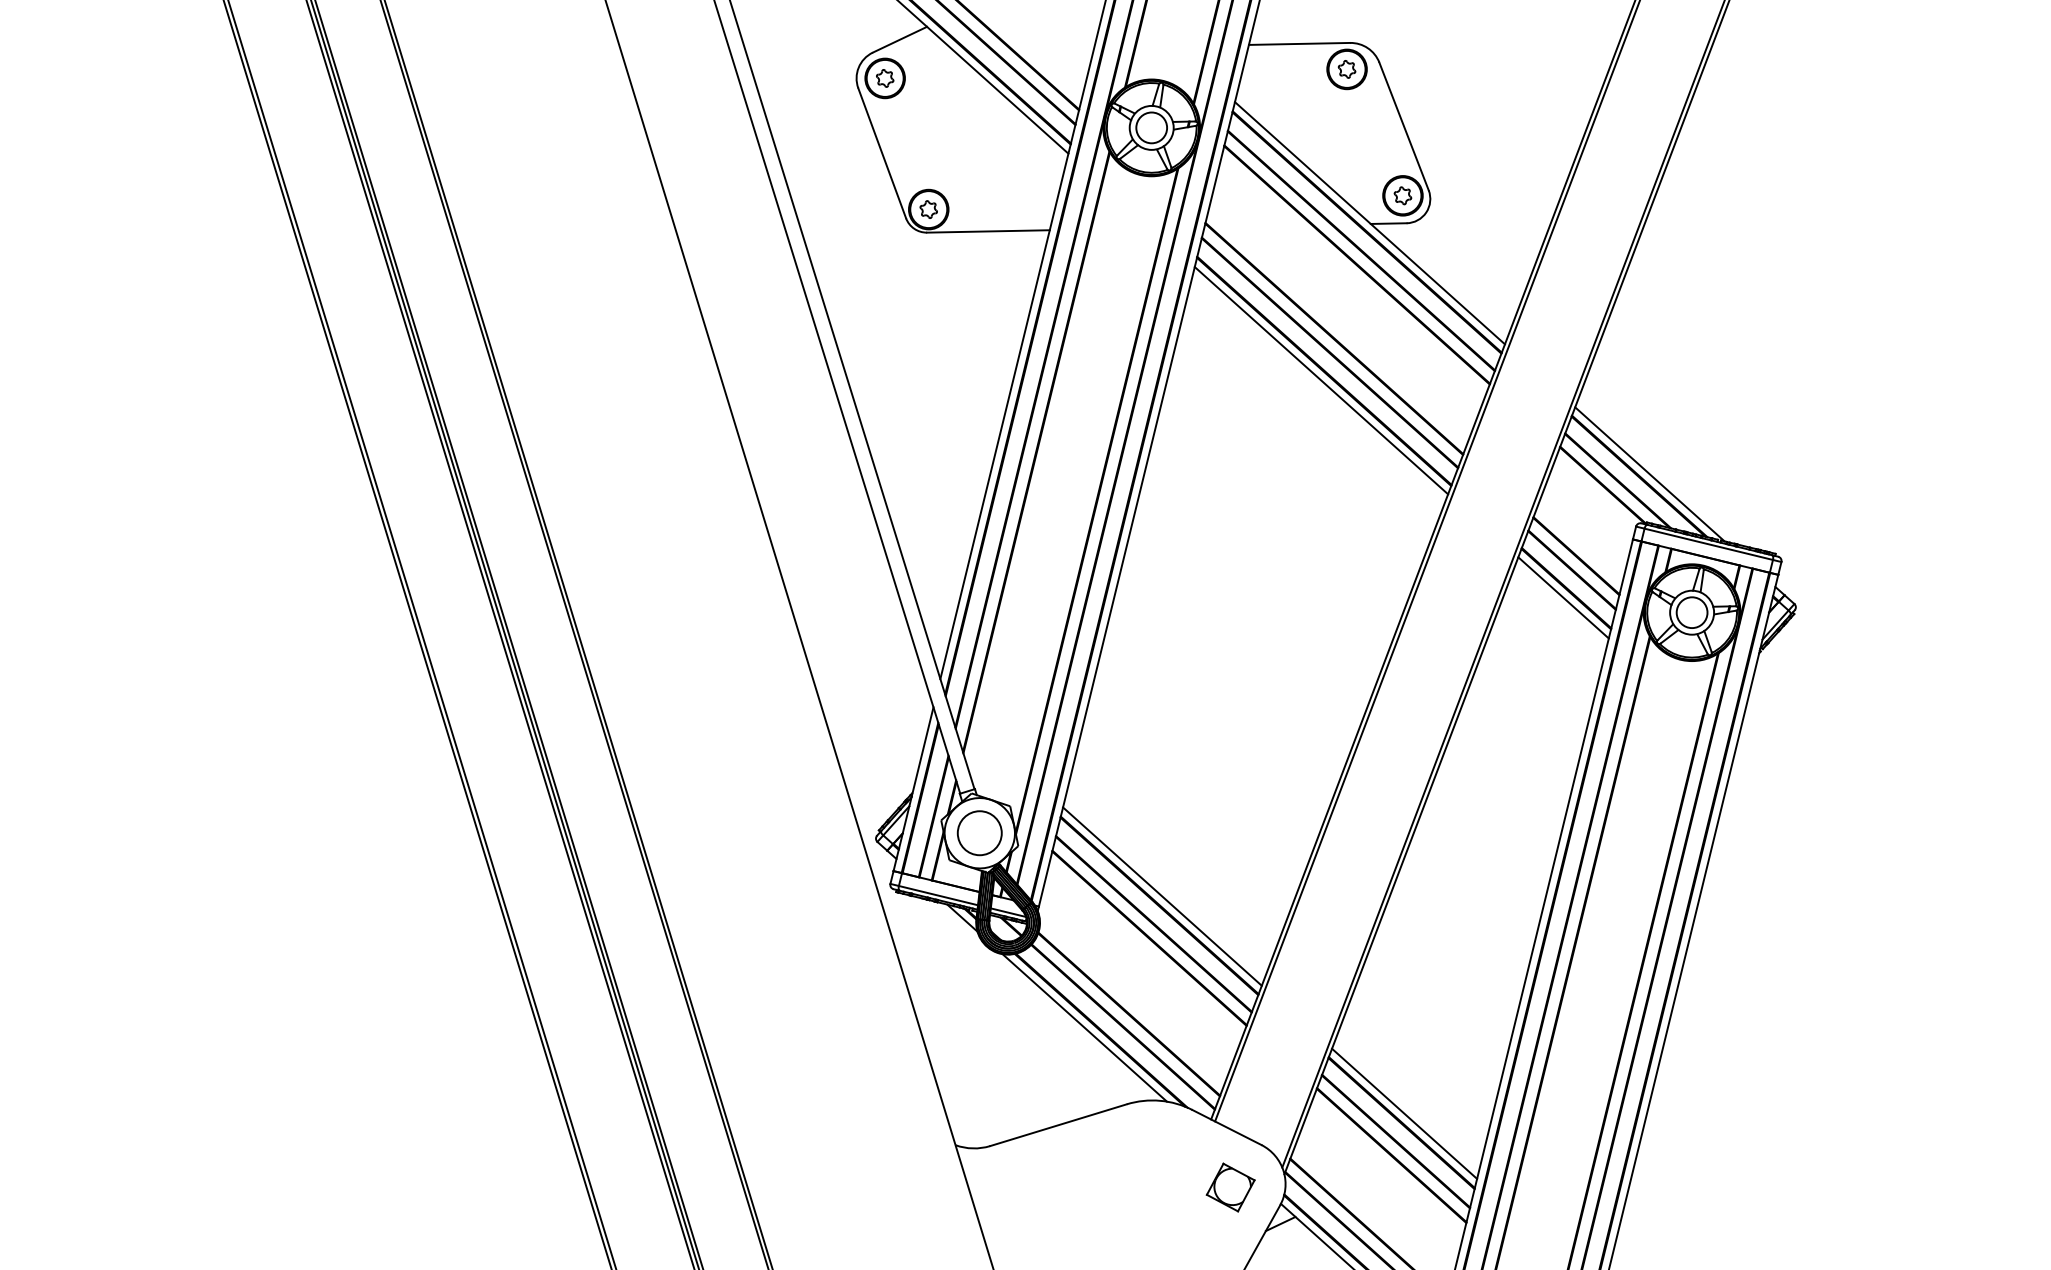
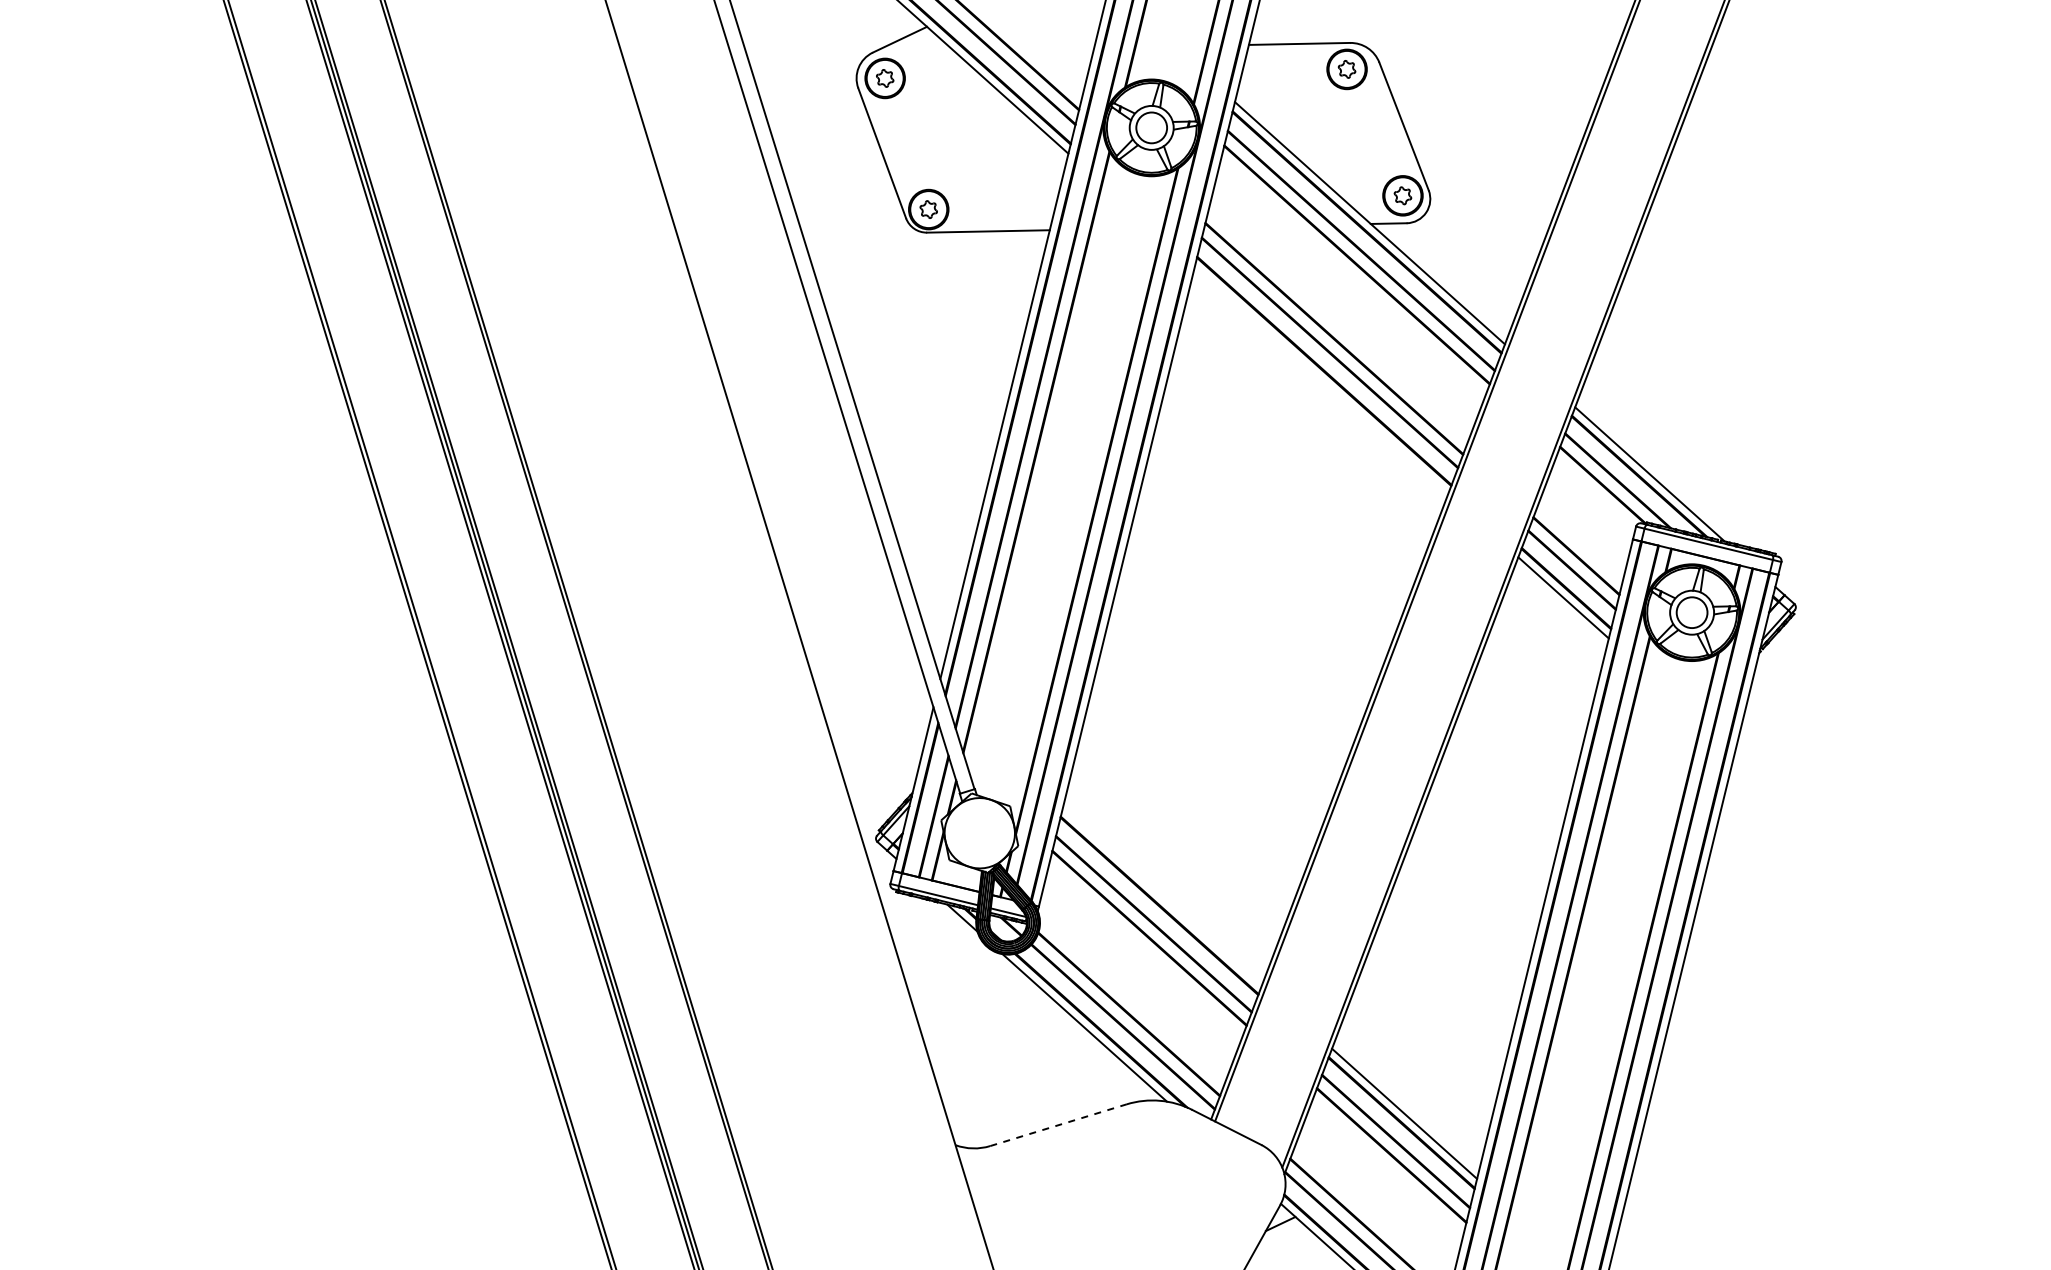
line at (1321, 380): present -> none
circle at (979, 833): present -> none
line at (1162, 896): present -> none
line at (1059, 1125): solid -> dashed
part at (1230, 1187): present -> none
